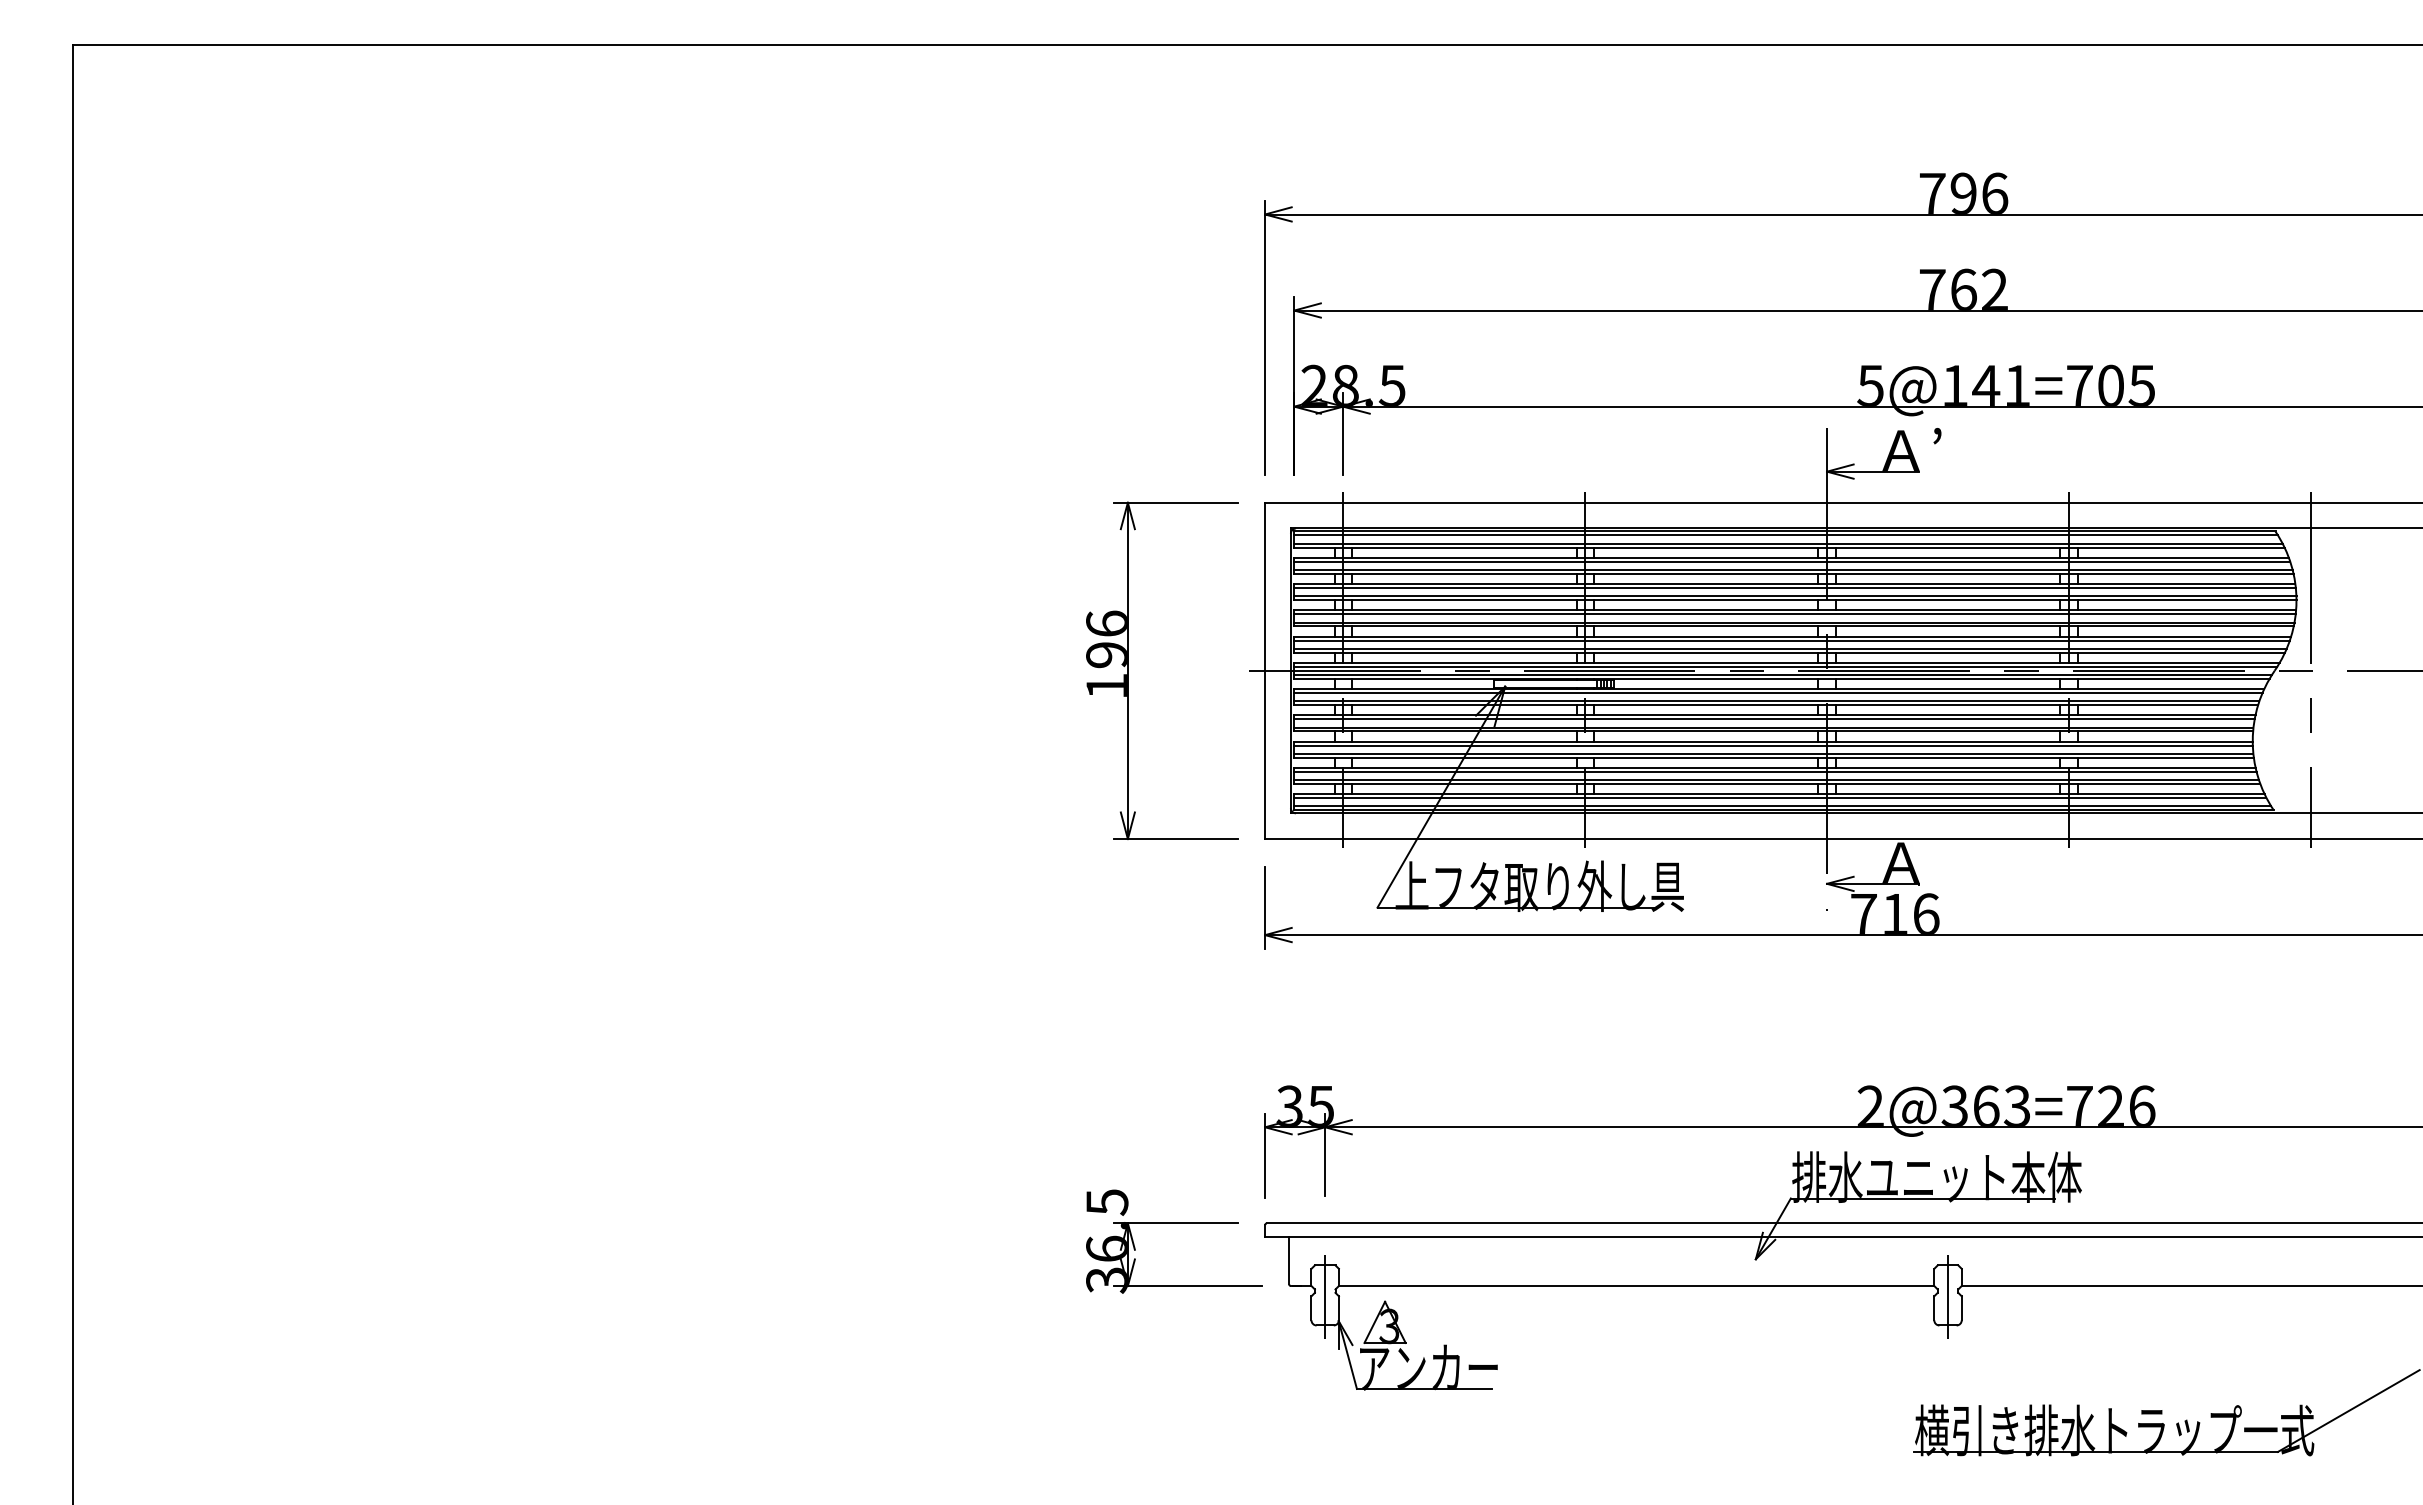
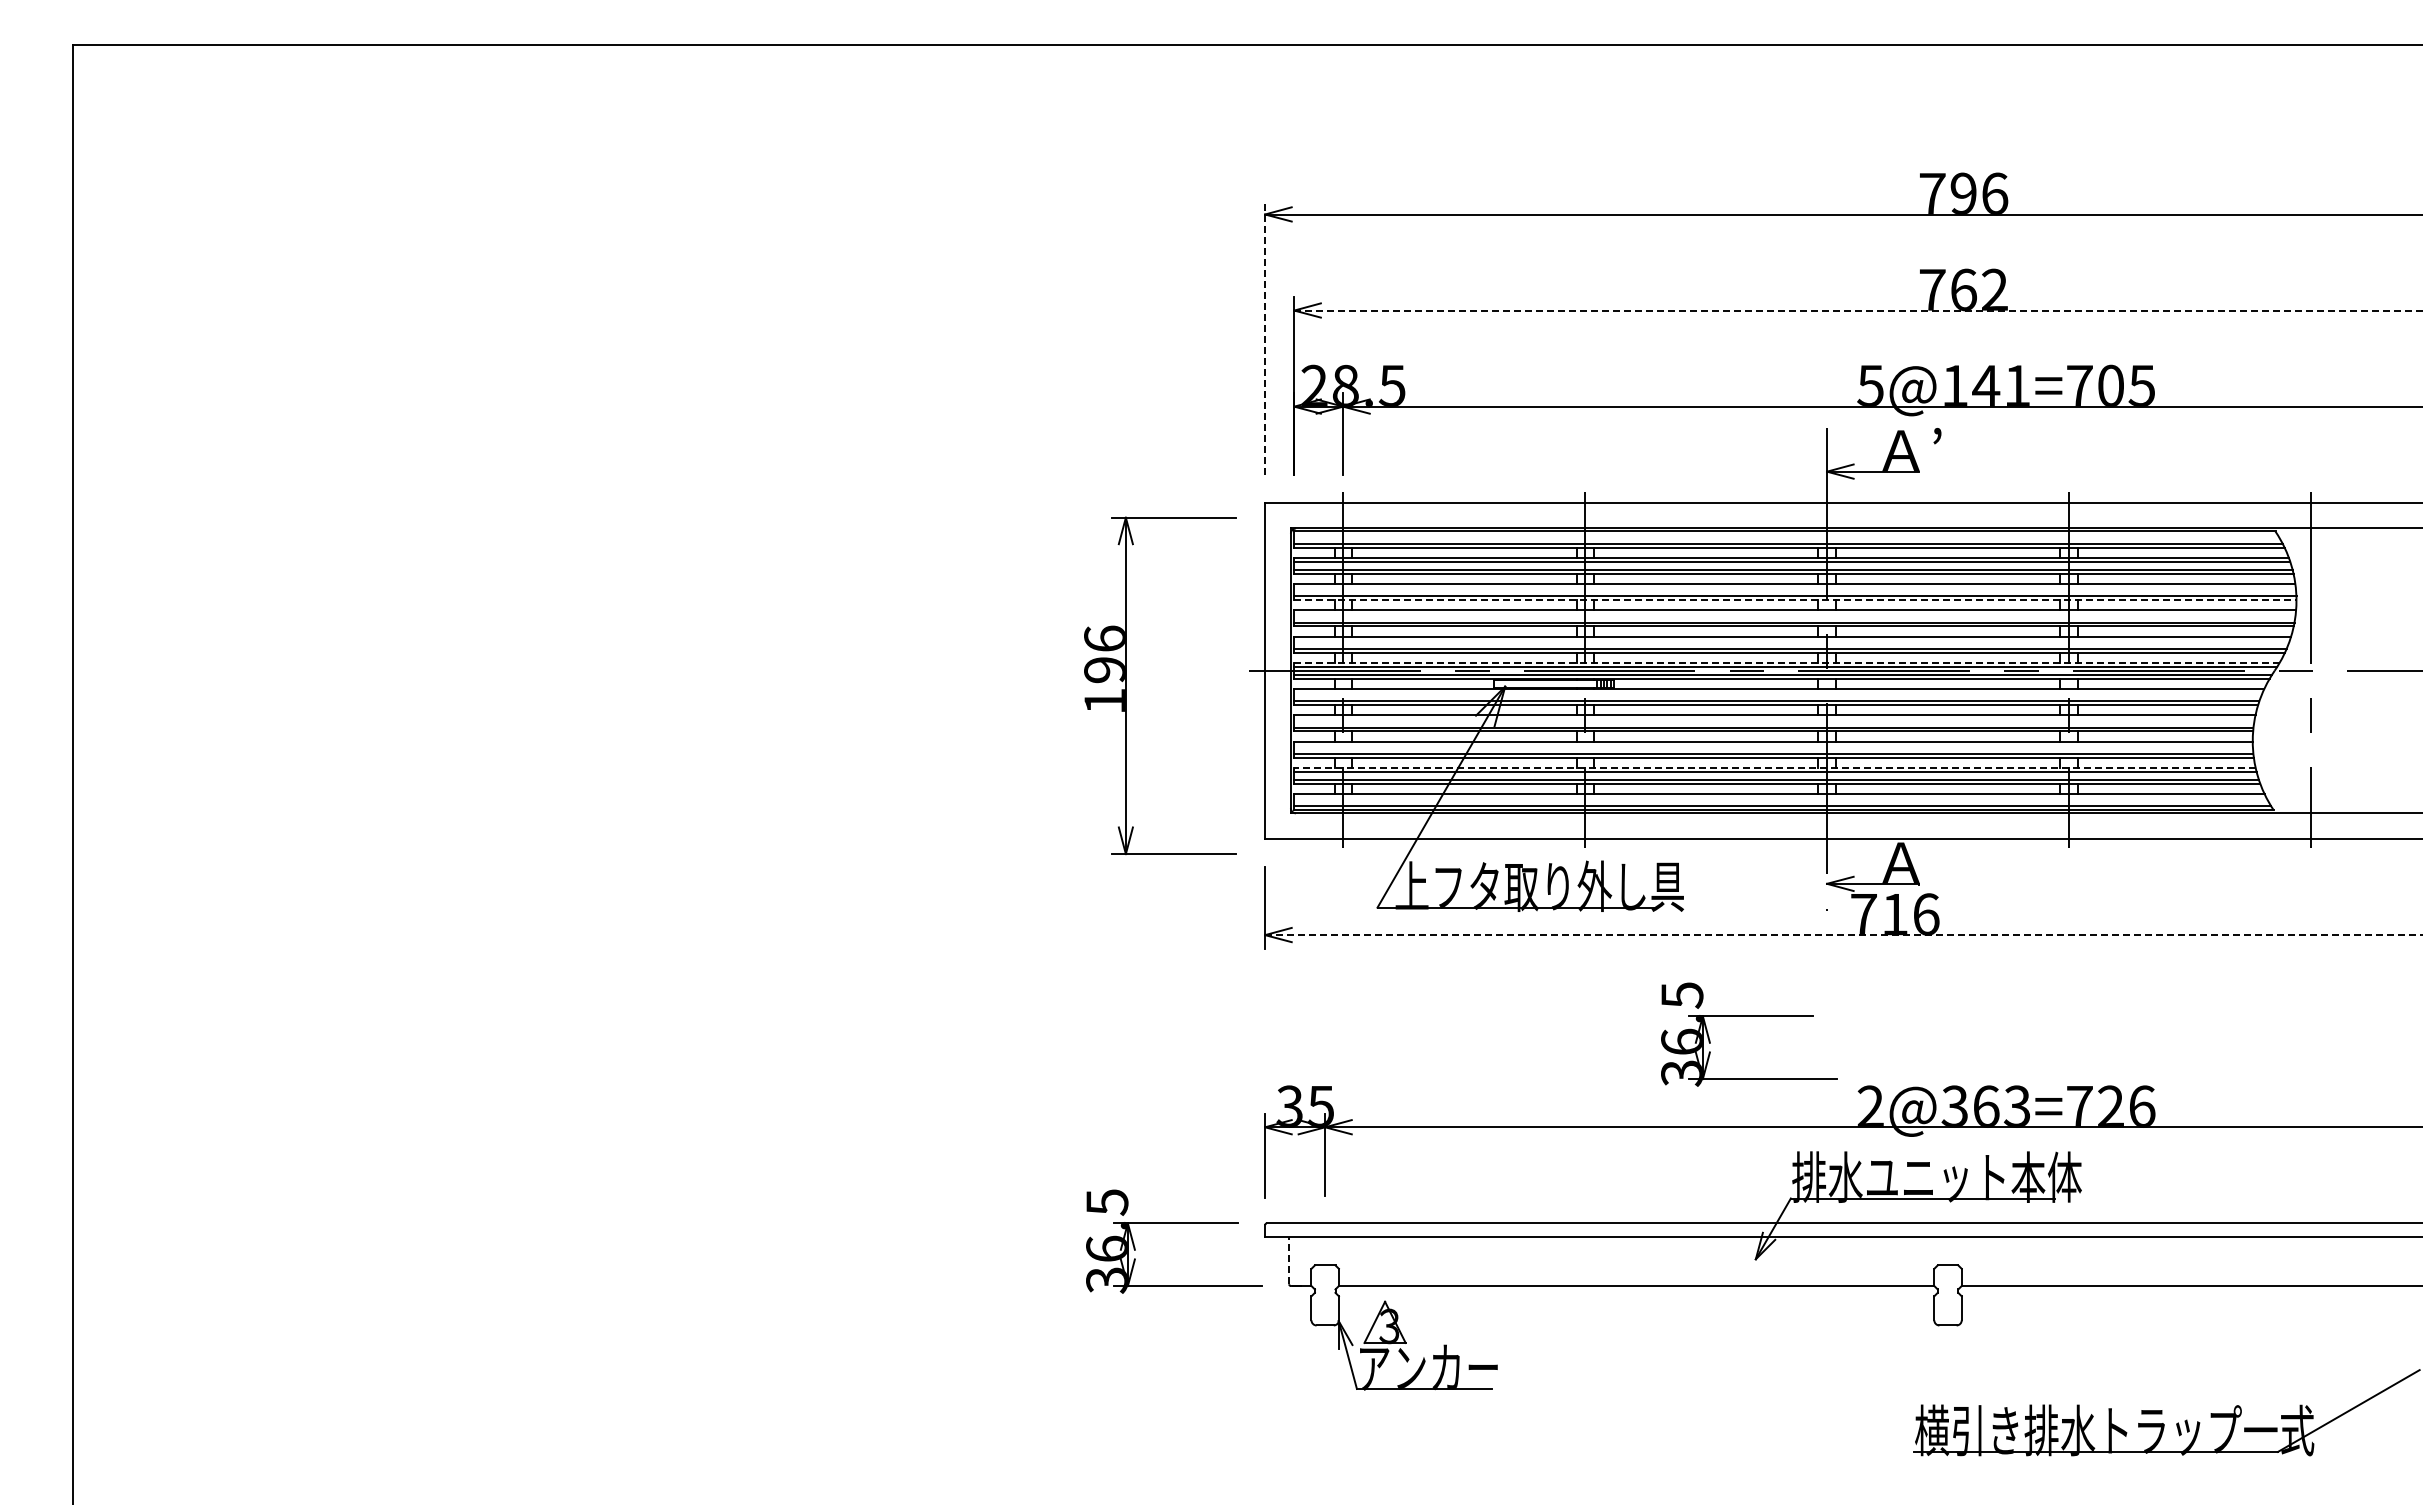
line at (1859, 310): solid -> dashed
line at (1265, 337): solid -> dashed
line at (1785, 535): present -> none
line at (1794, 588): present -> none
line at (1795, 600): solid -> dashed
line at (1794, 614): present -> none
line at (1791, 640): present -> none
line at (1787, 662): solid -> dashed
part at (1128, 670) position: (1128, 670) -> (1126, 685)
line at (1778, 693): present -> none
line at (1774, 719): present -> none
line at (1773, 745): present -> none
line at (1774, 767): solid -> dashed
line at (1780, 798): present -> none
line at (1843, 935): solid -> dashed
part at (1749, 1016): none -> present
line at (1289, 1260): solid -> dashed
line at (1325, 1297): present -> none
line at (1948, 1297): present -> none
